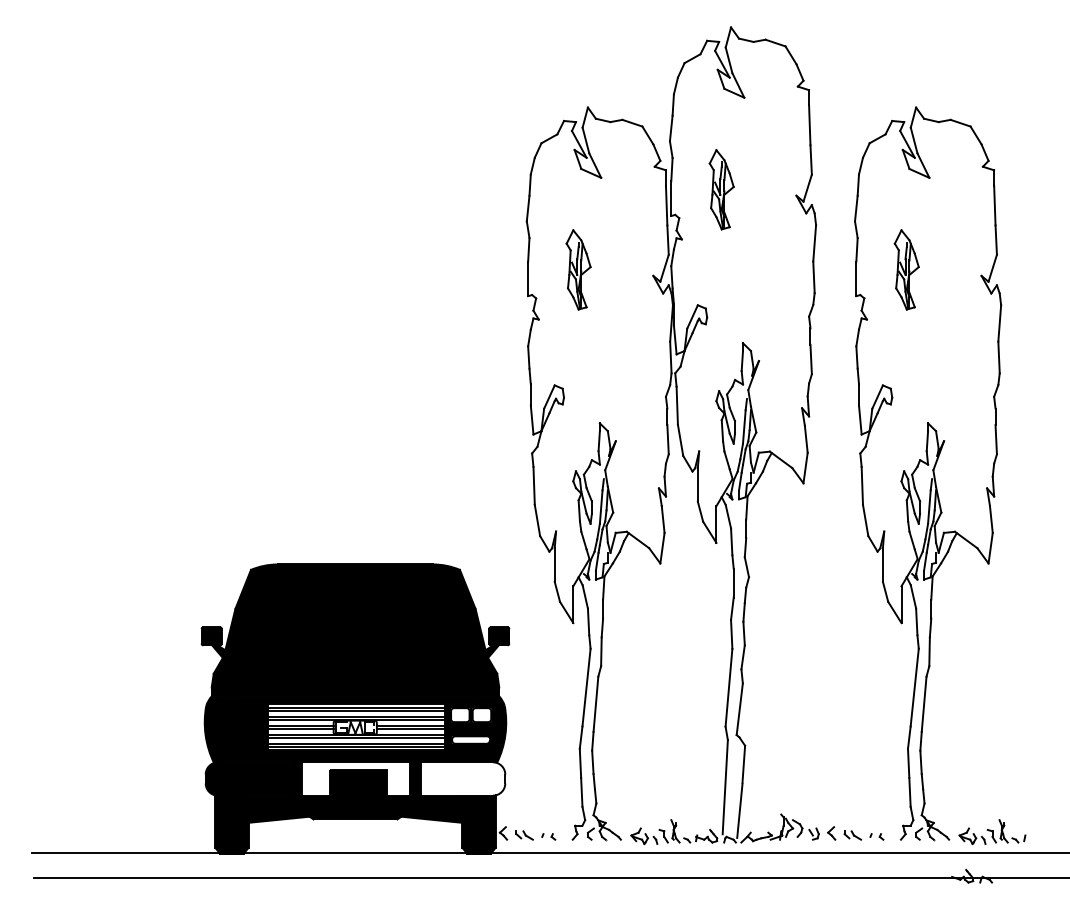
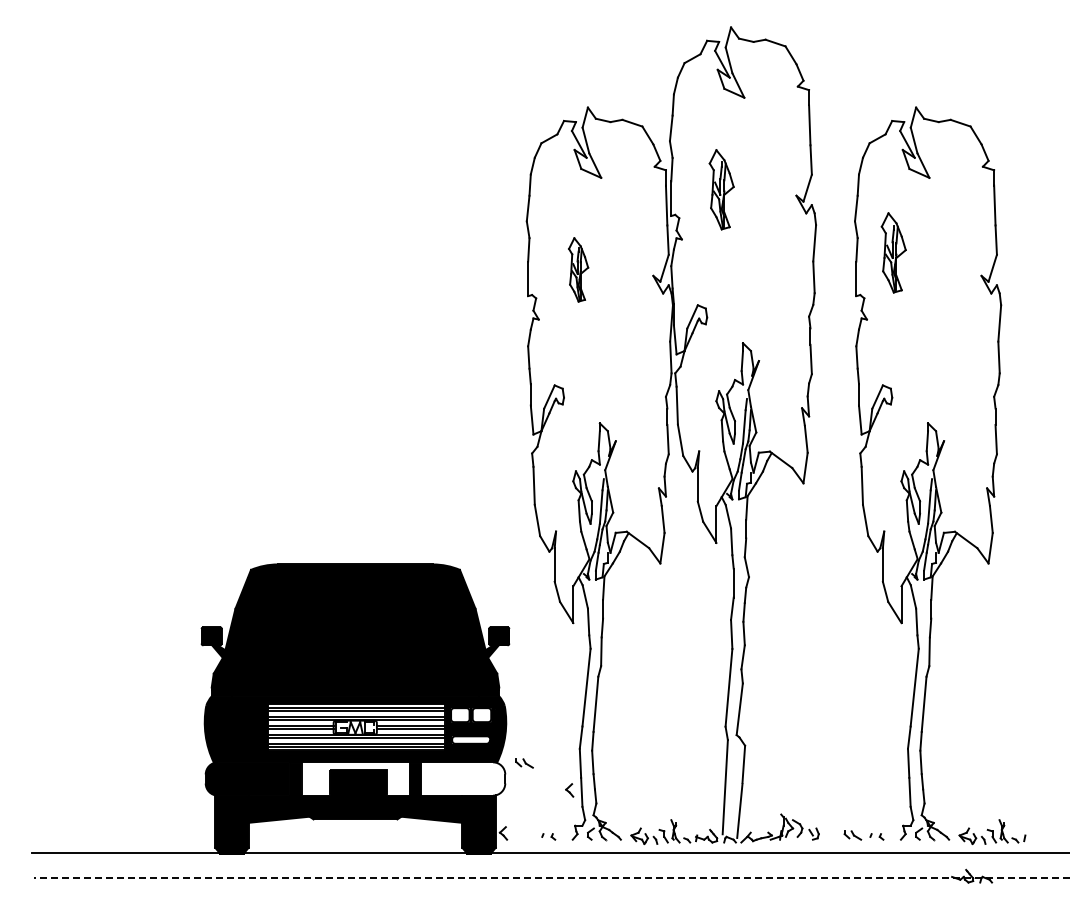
part at (578, 269) size: 27x82 px -> 22x66 px
part at (906, 269) position: (906, 269) -> (893, 252)
part at (831, 833) position: (831, 833) -> (569, 790)
part at (524, 835) position: (524, 835) -> (524, 763)
line at (551, 877): solid -> dashed
